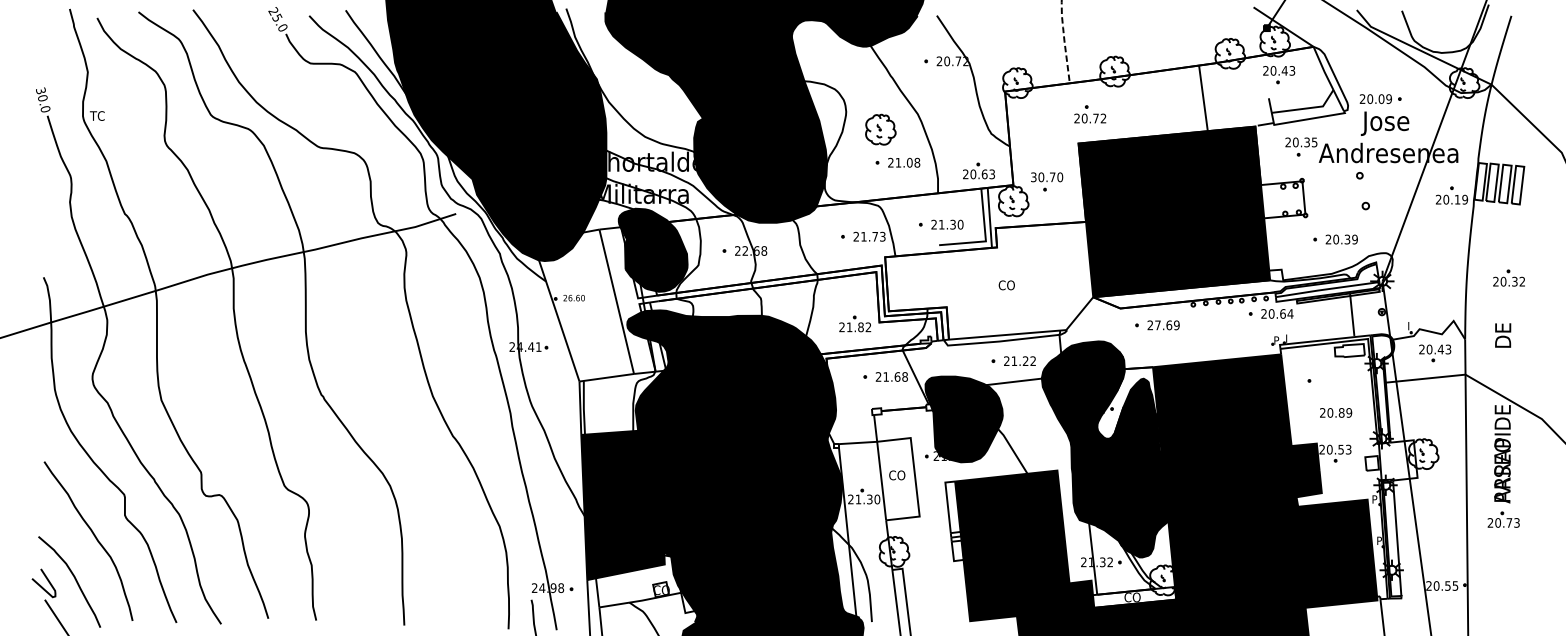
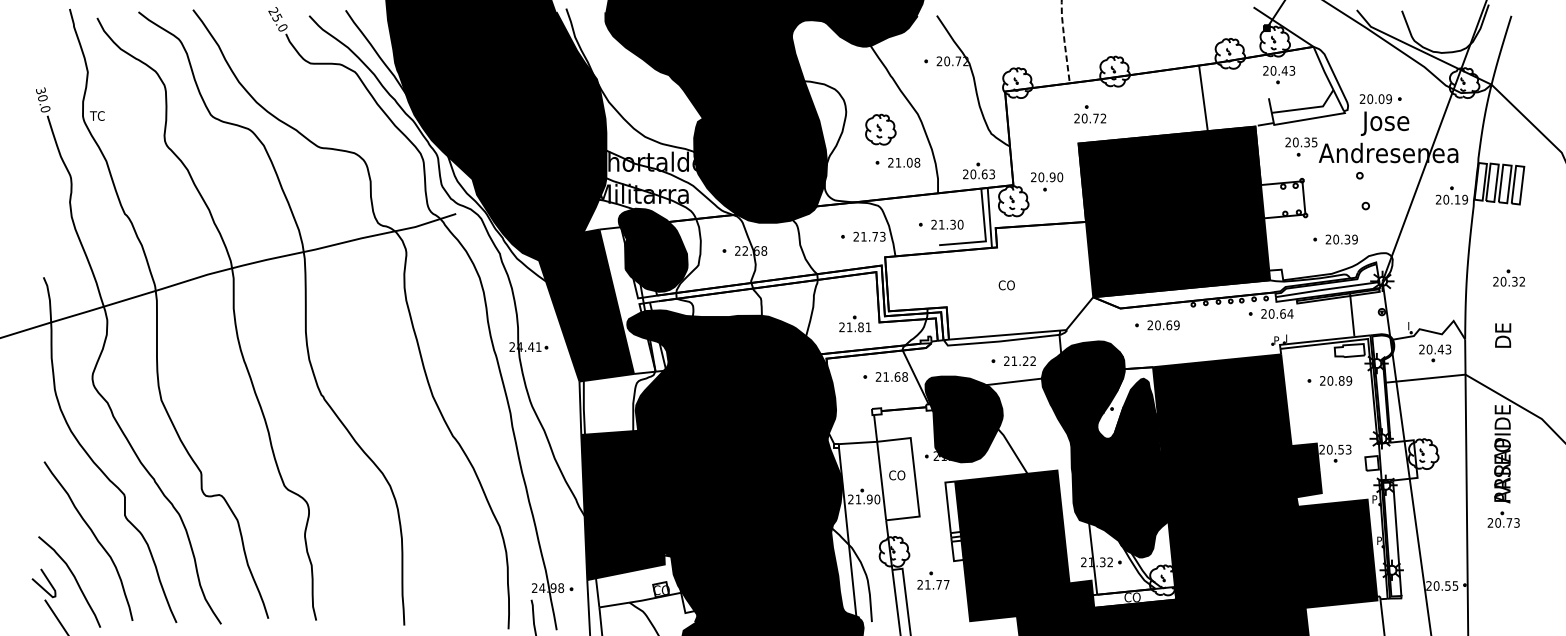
text at (1043, 177): 30.70 -> 20.90
fill at (583, 305): none -> present
text at (1157, 325): 27.69 -> 20.69
text at (867, 326): 21.82 -> 21.81
text at (1336, 412) position: (1336, 412) -> (1336, 380)
text at (869, 499): 21.30 -> 21.90
part at (933, 580): none -> present
